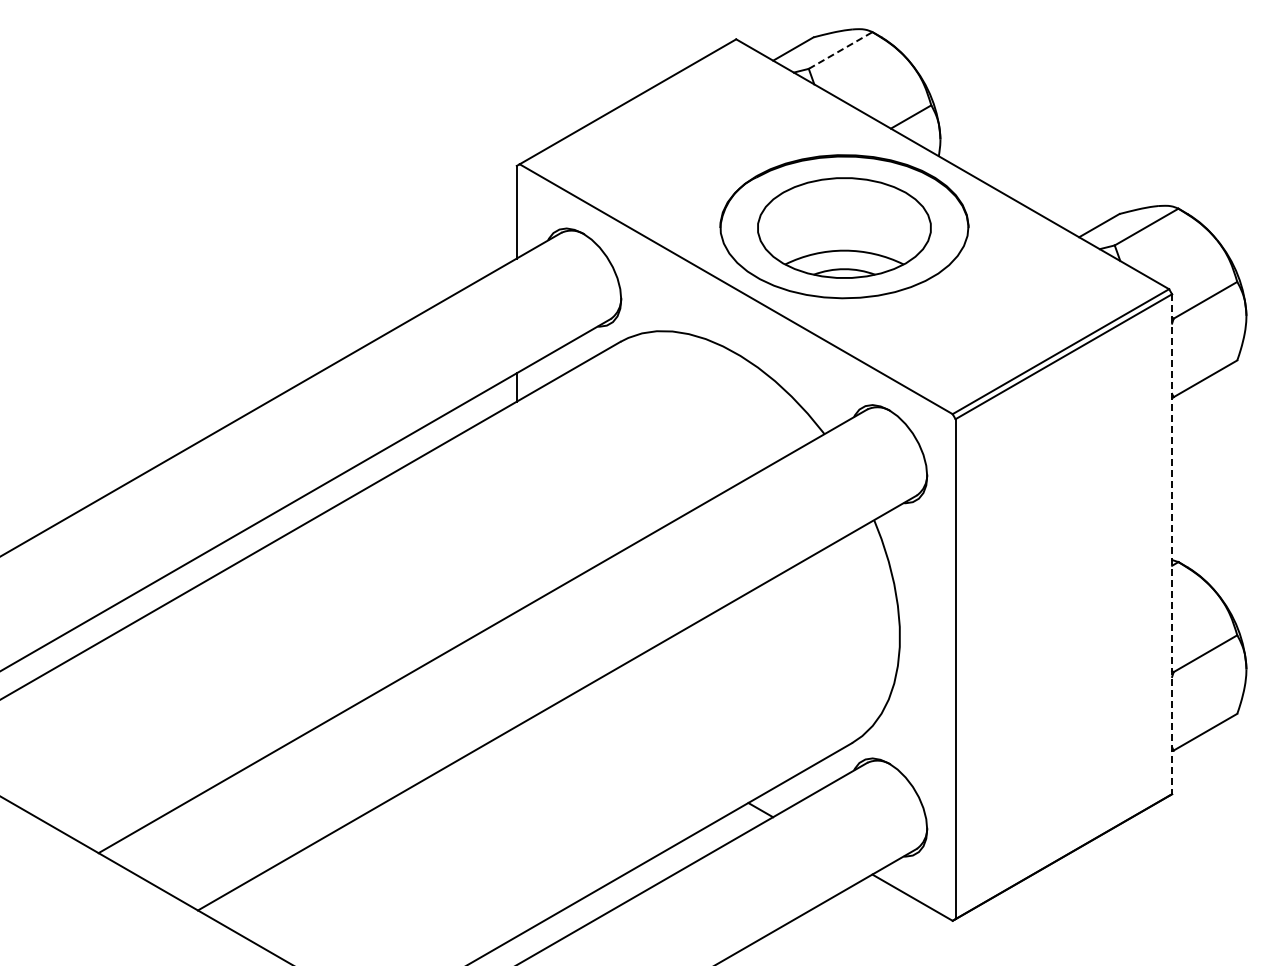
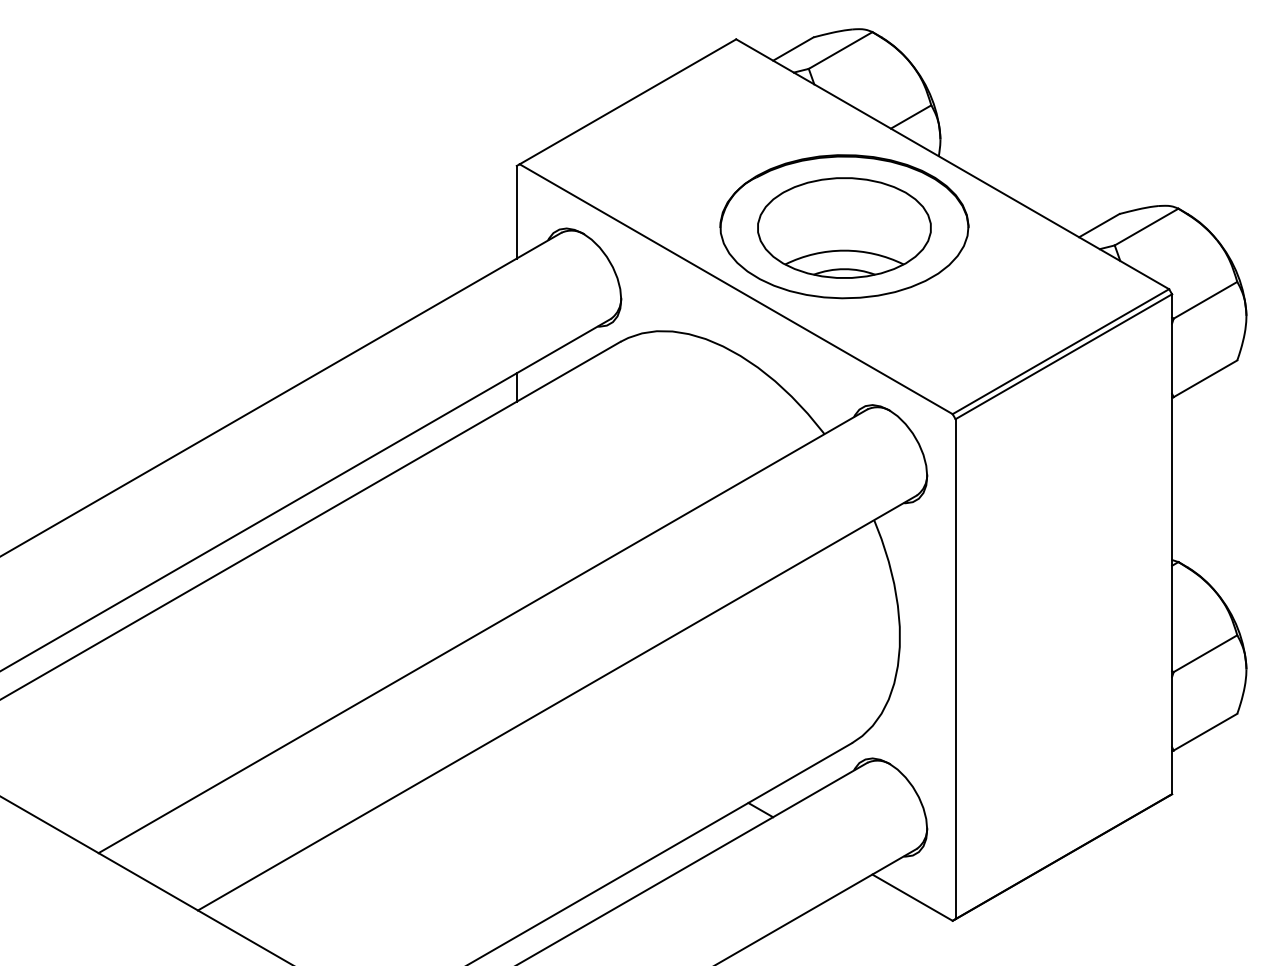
line at (840, 50): dashed -> solid
line at (1172, 544): dashed -> solid
